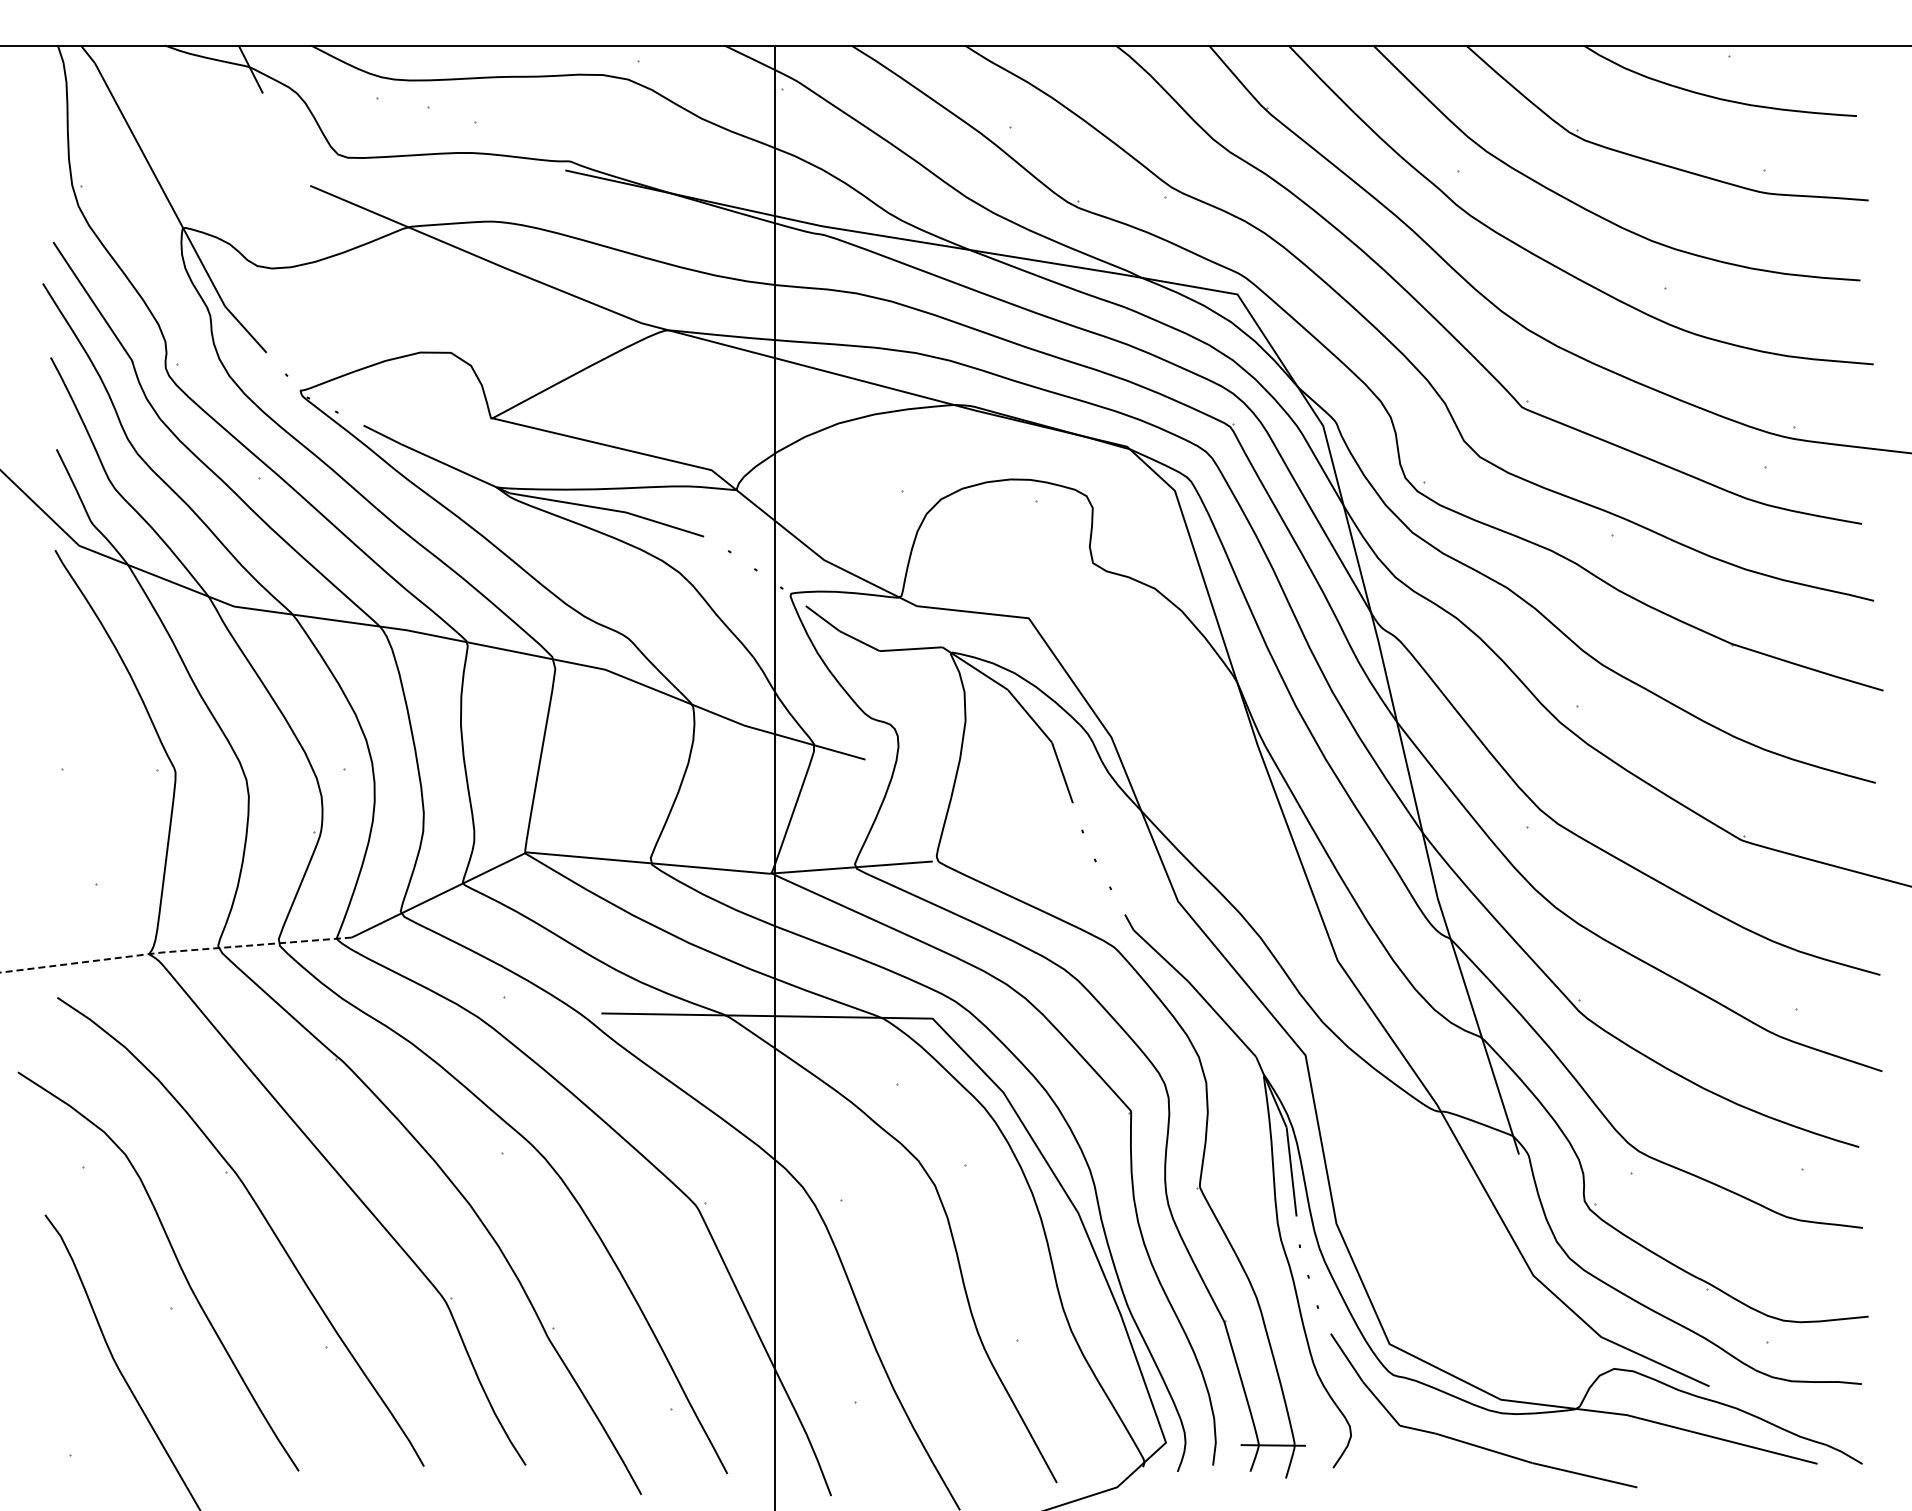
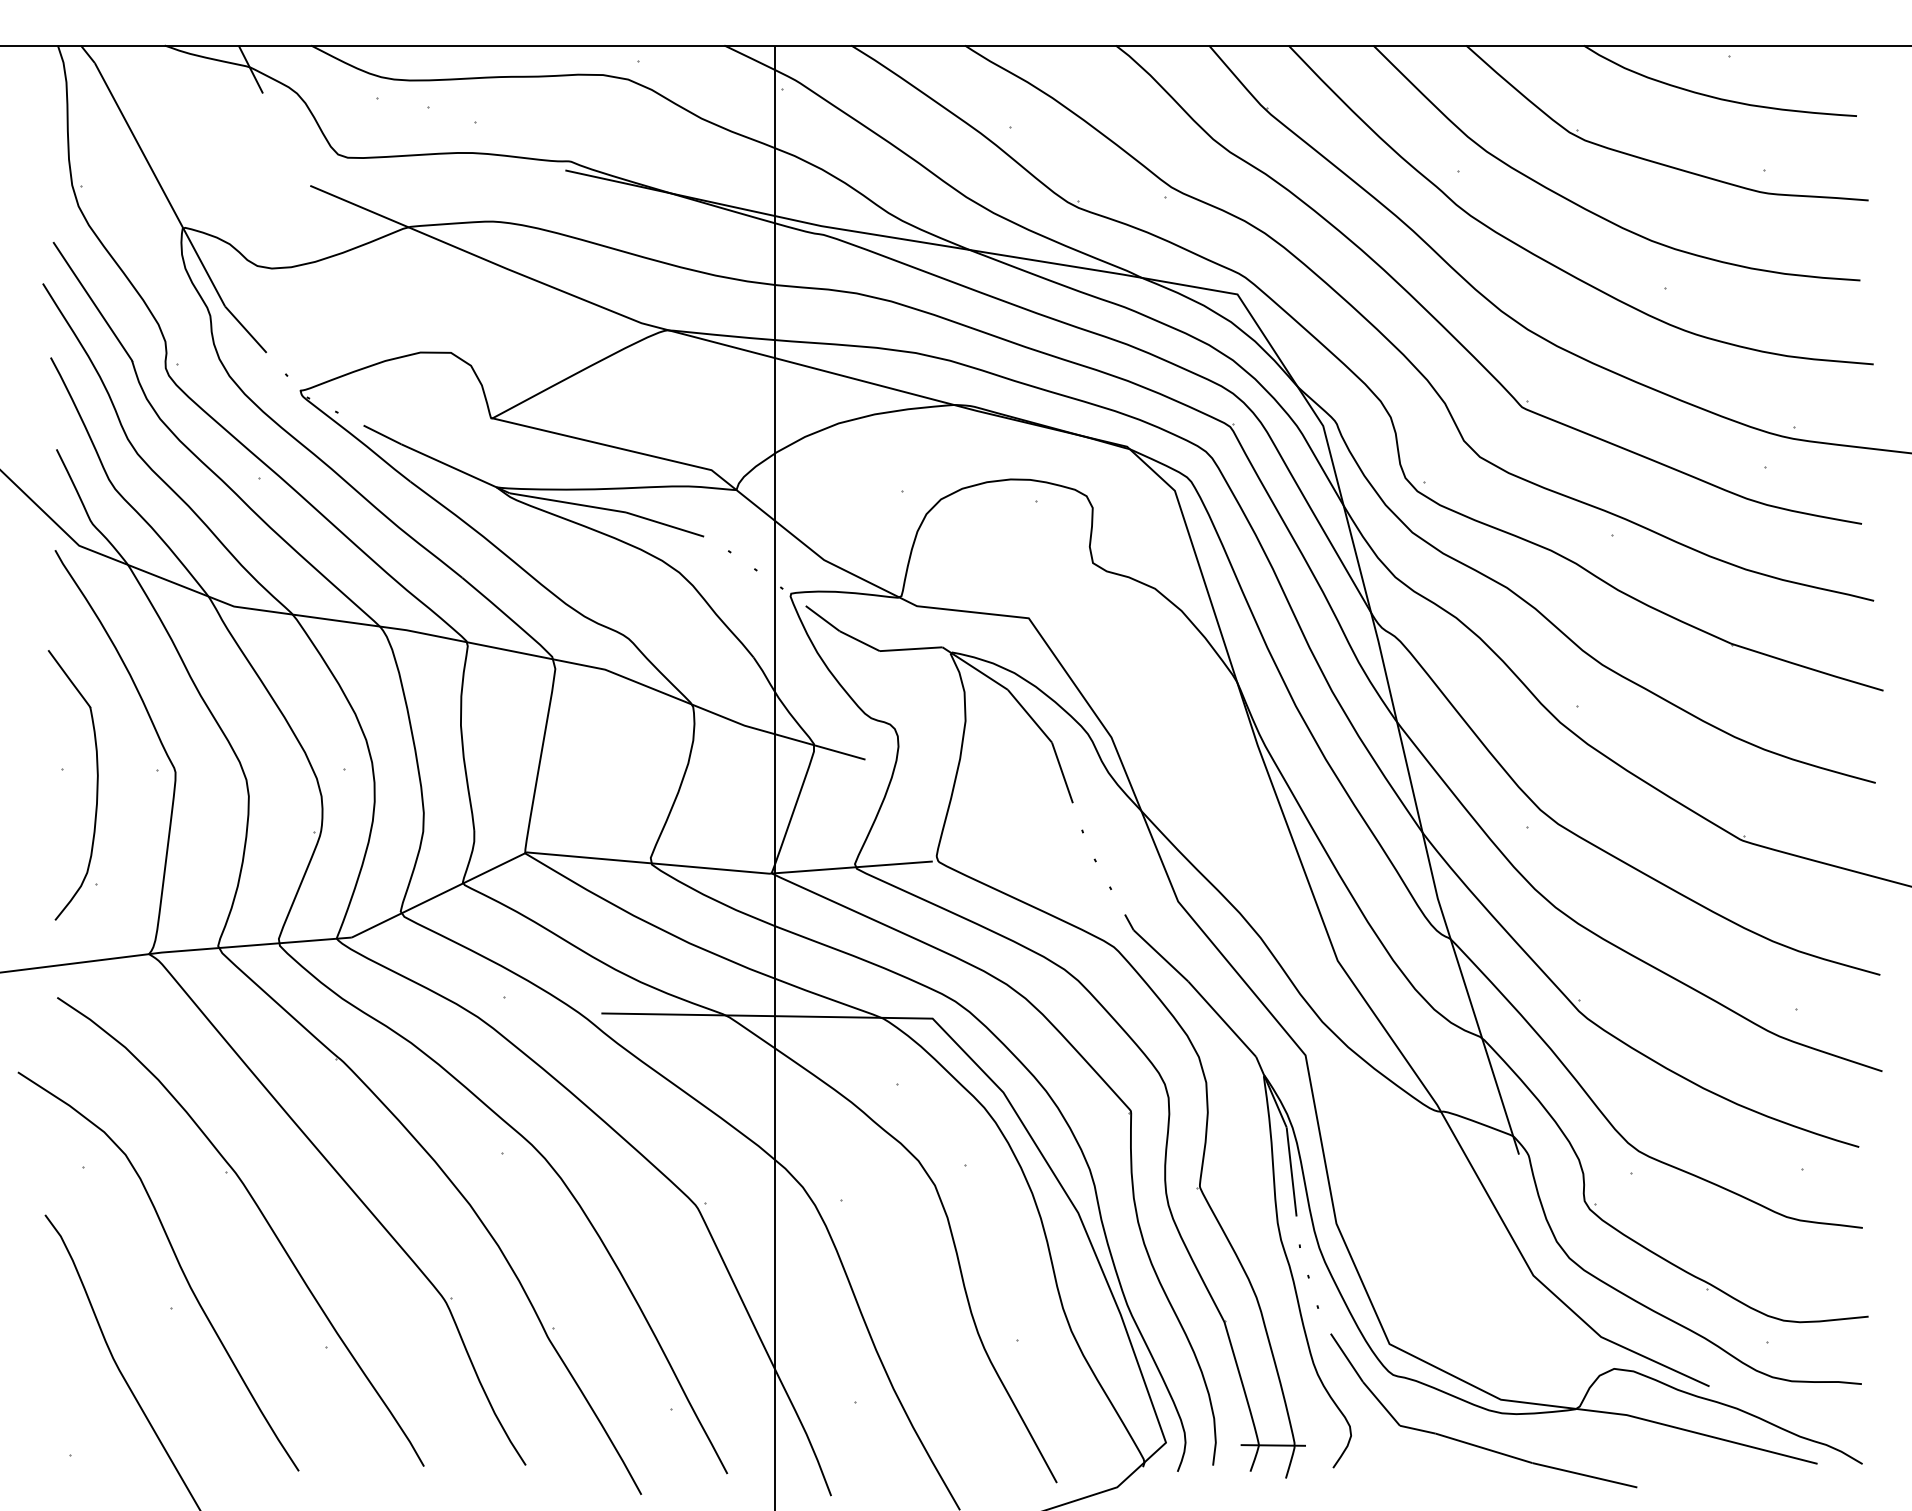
part at (96, 785): none -> present
line at (174, 951): dashed -> solid
